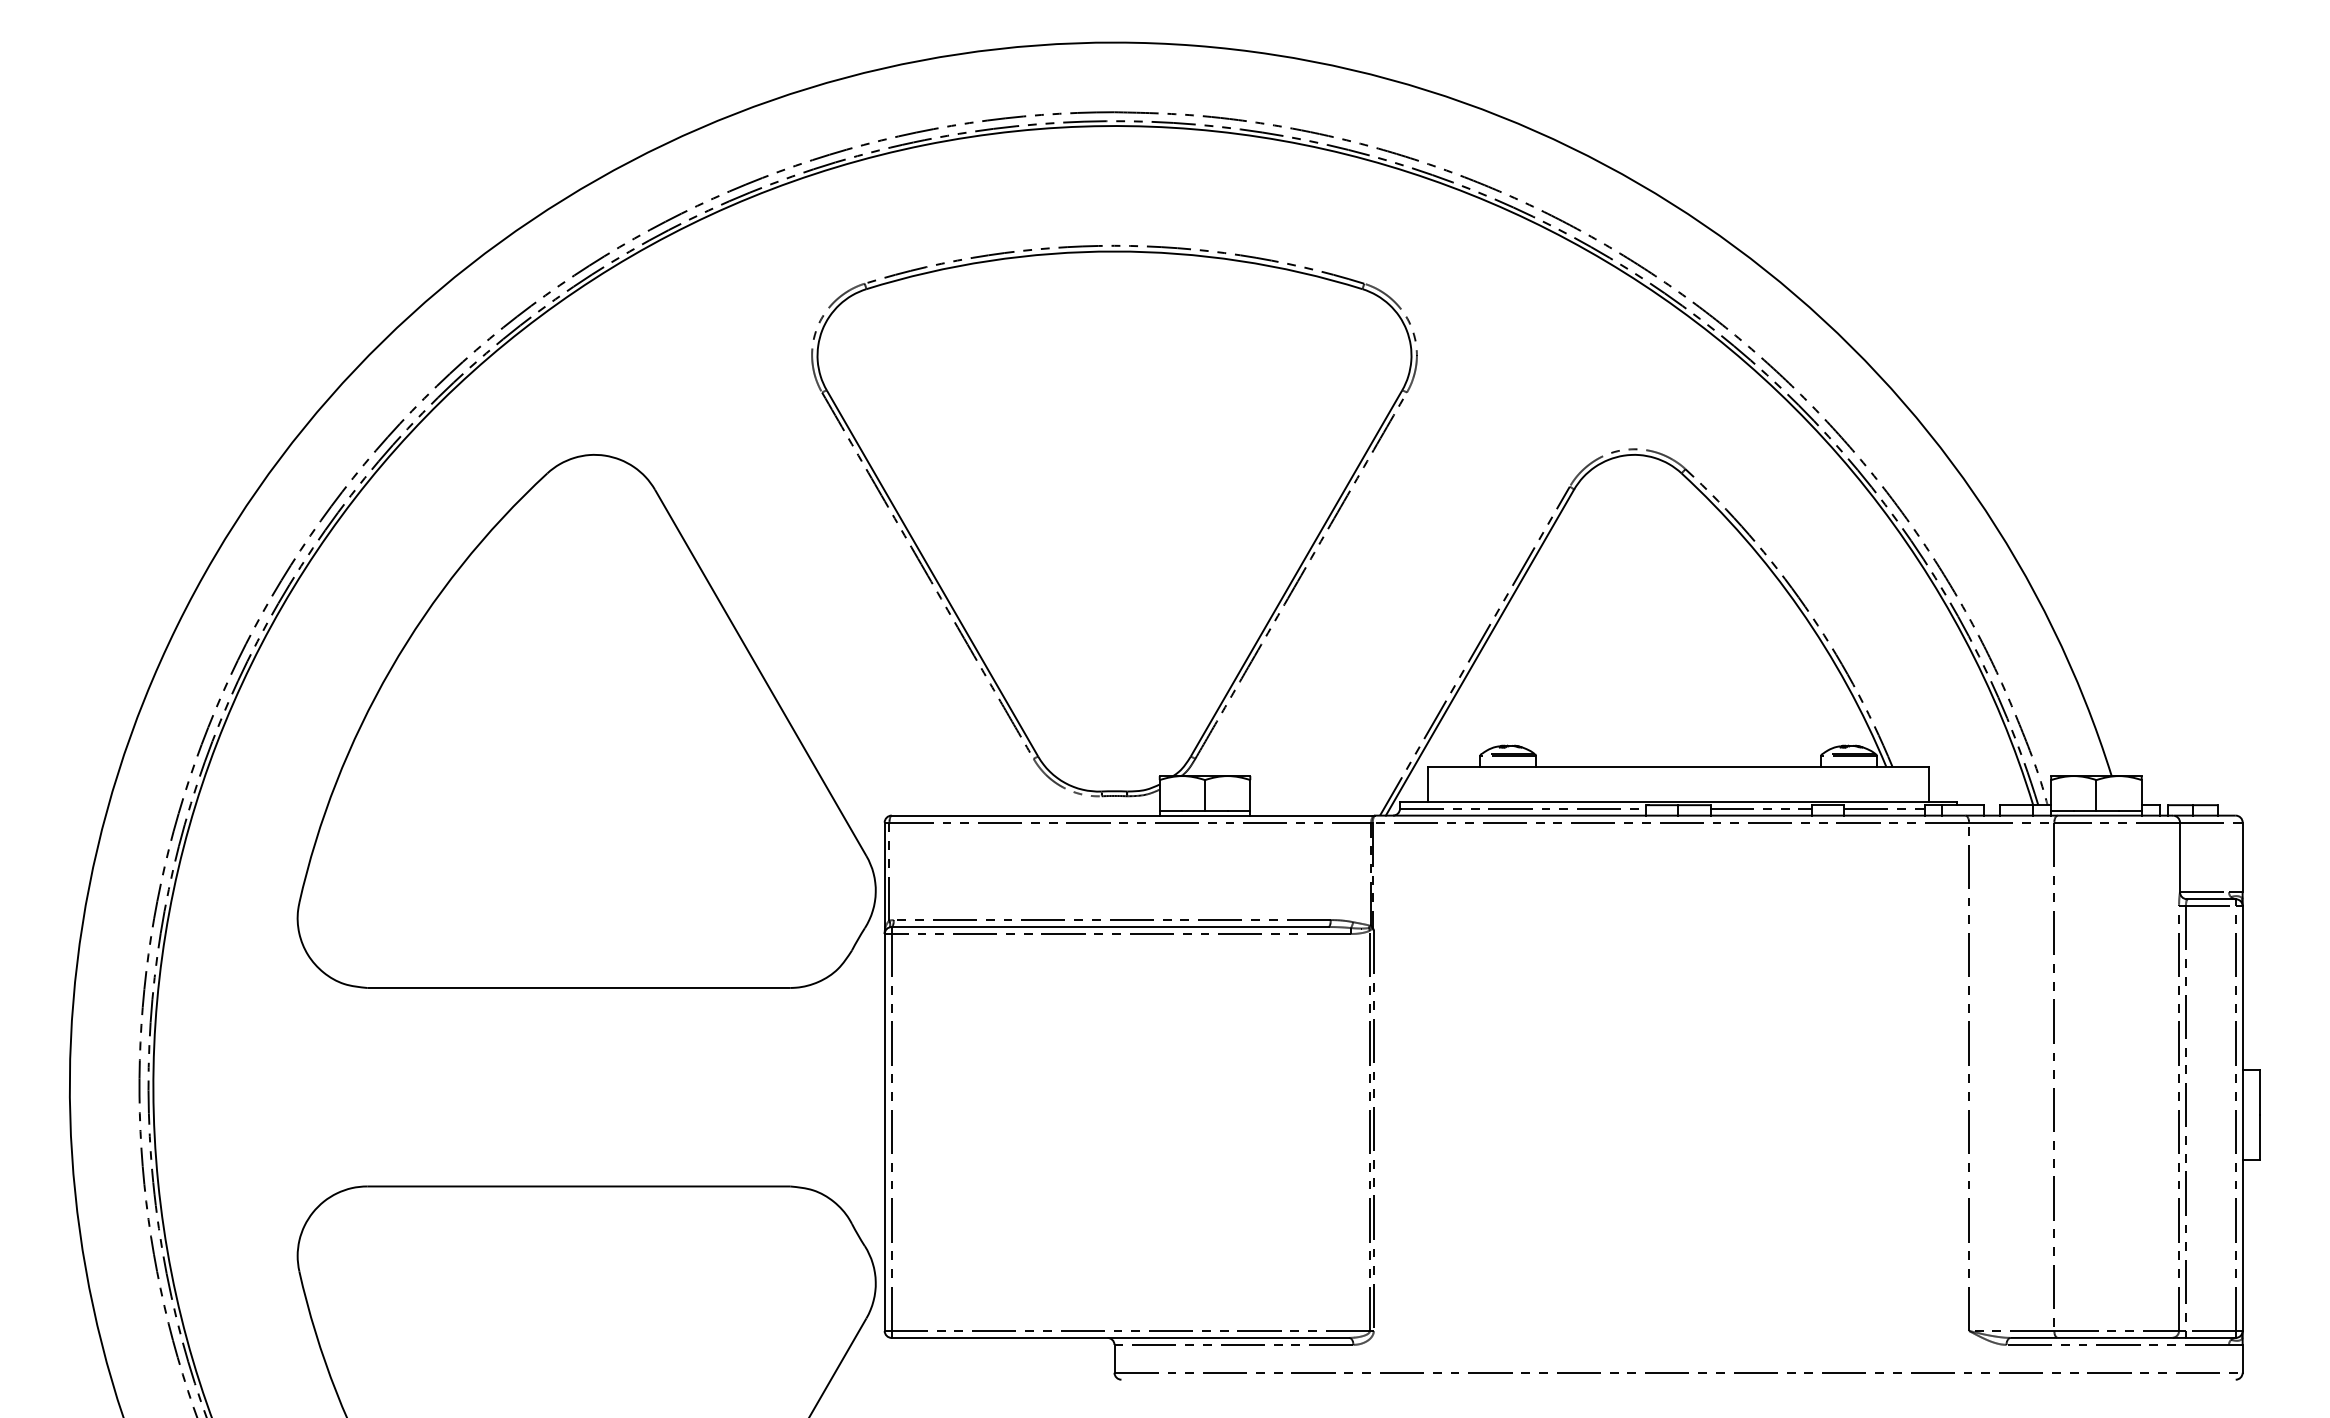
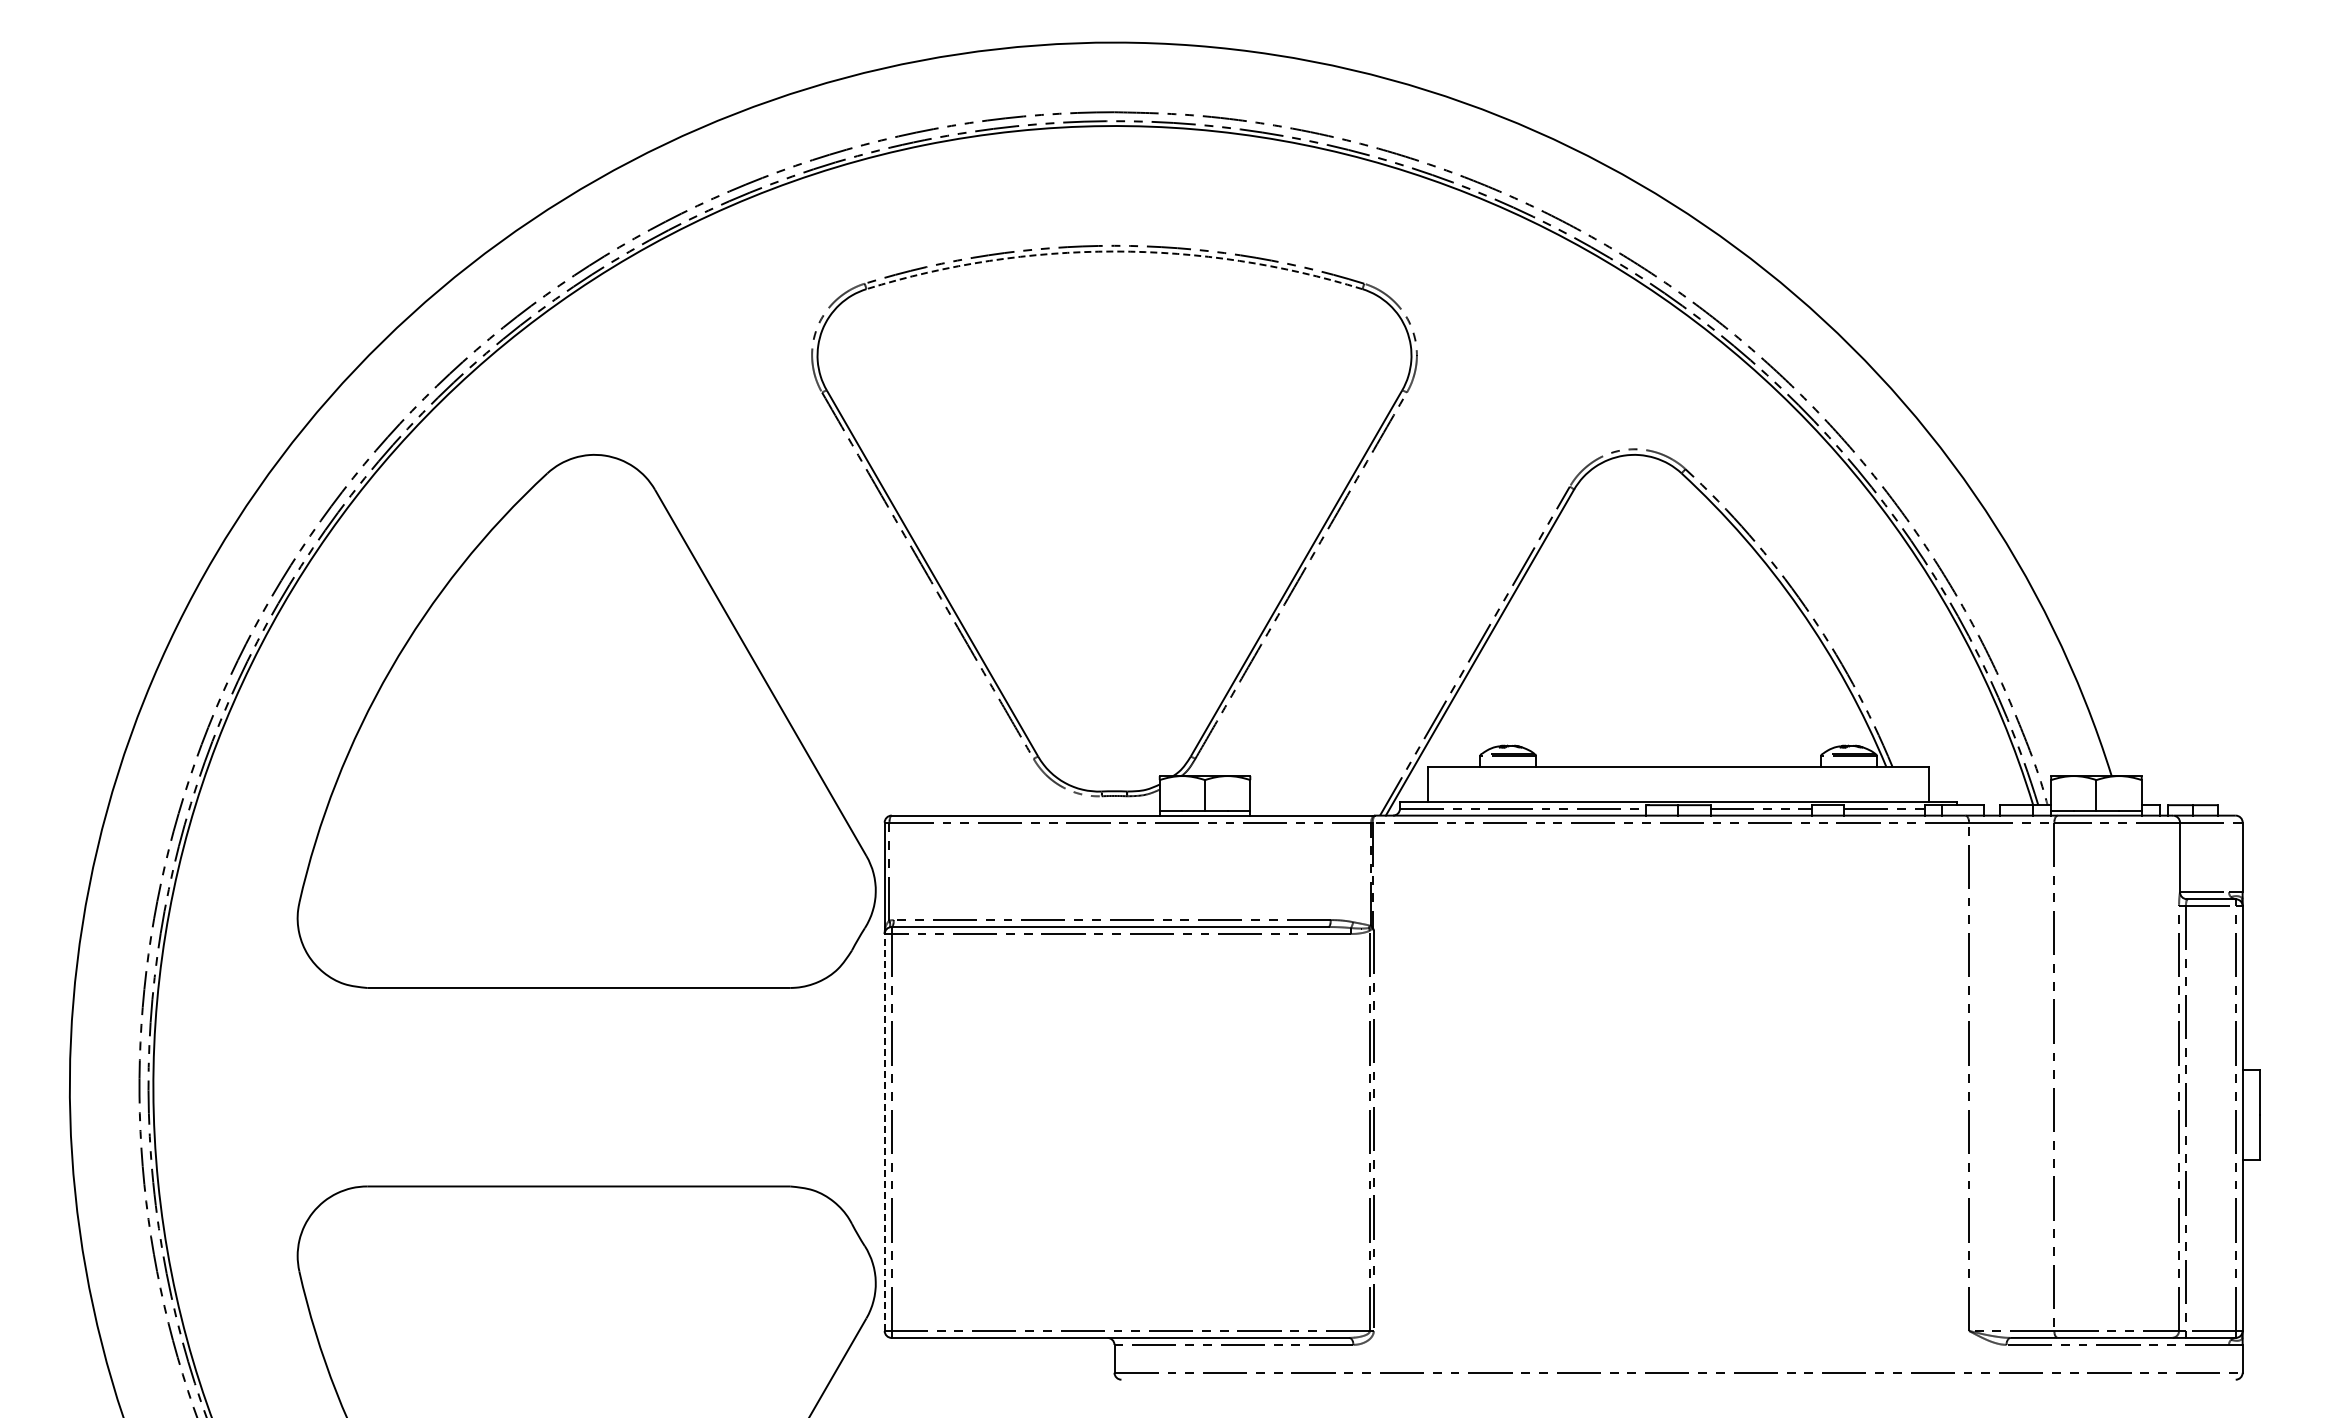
arc at (1114, 251): solid -> dashed
line at (884, 1131): solid -> dashed
